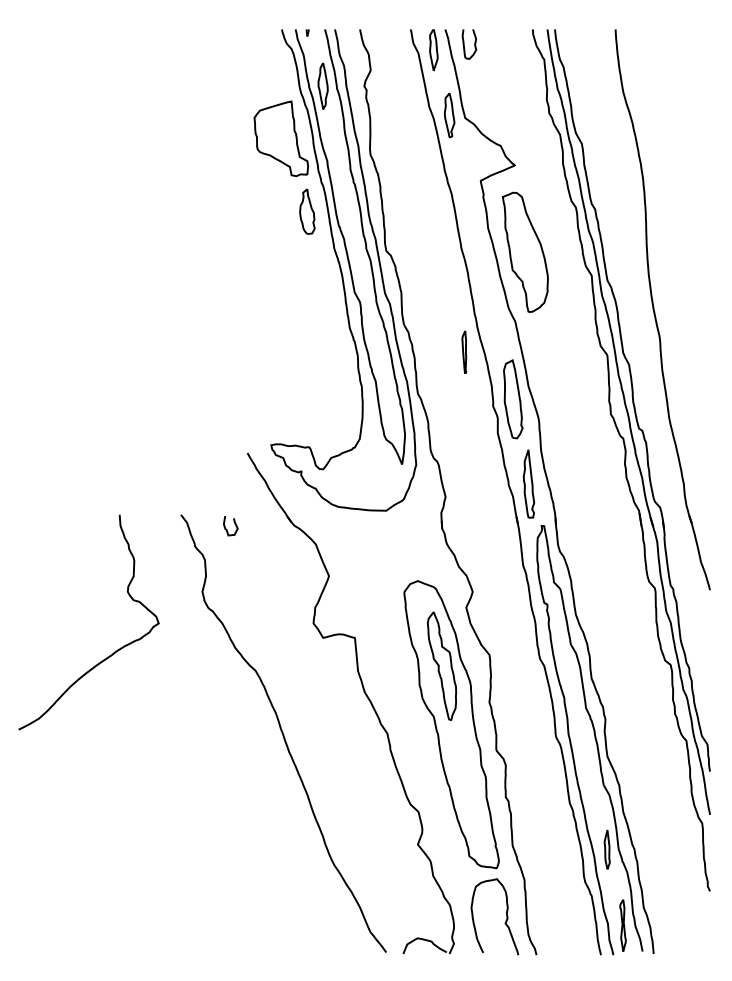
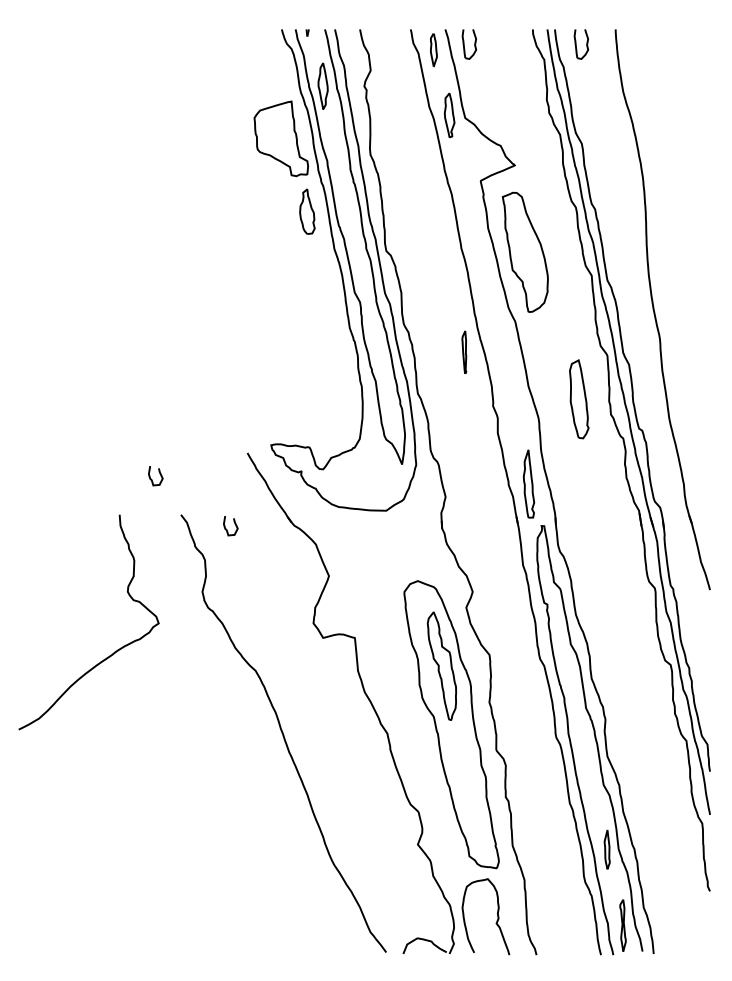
part at (581, 44): none -> present
part at (433, 50) size: 10x43 px -> 8x35 px
part at (513, 399) position: (513, 399) -> (579, 399)
curve at (152, 479): none -> present
curve at (505, 920) position: (505, 920) -> (496, 920)
